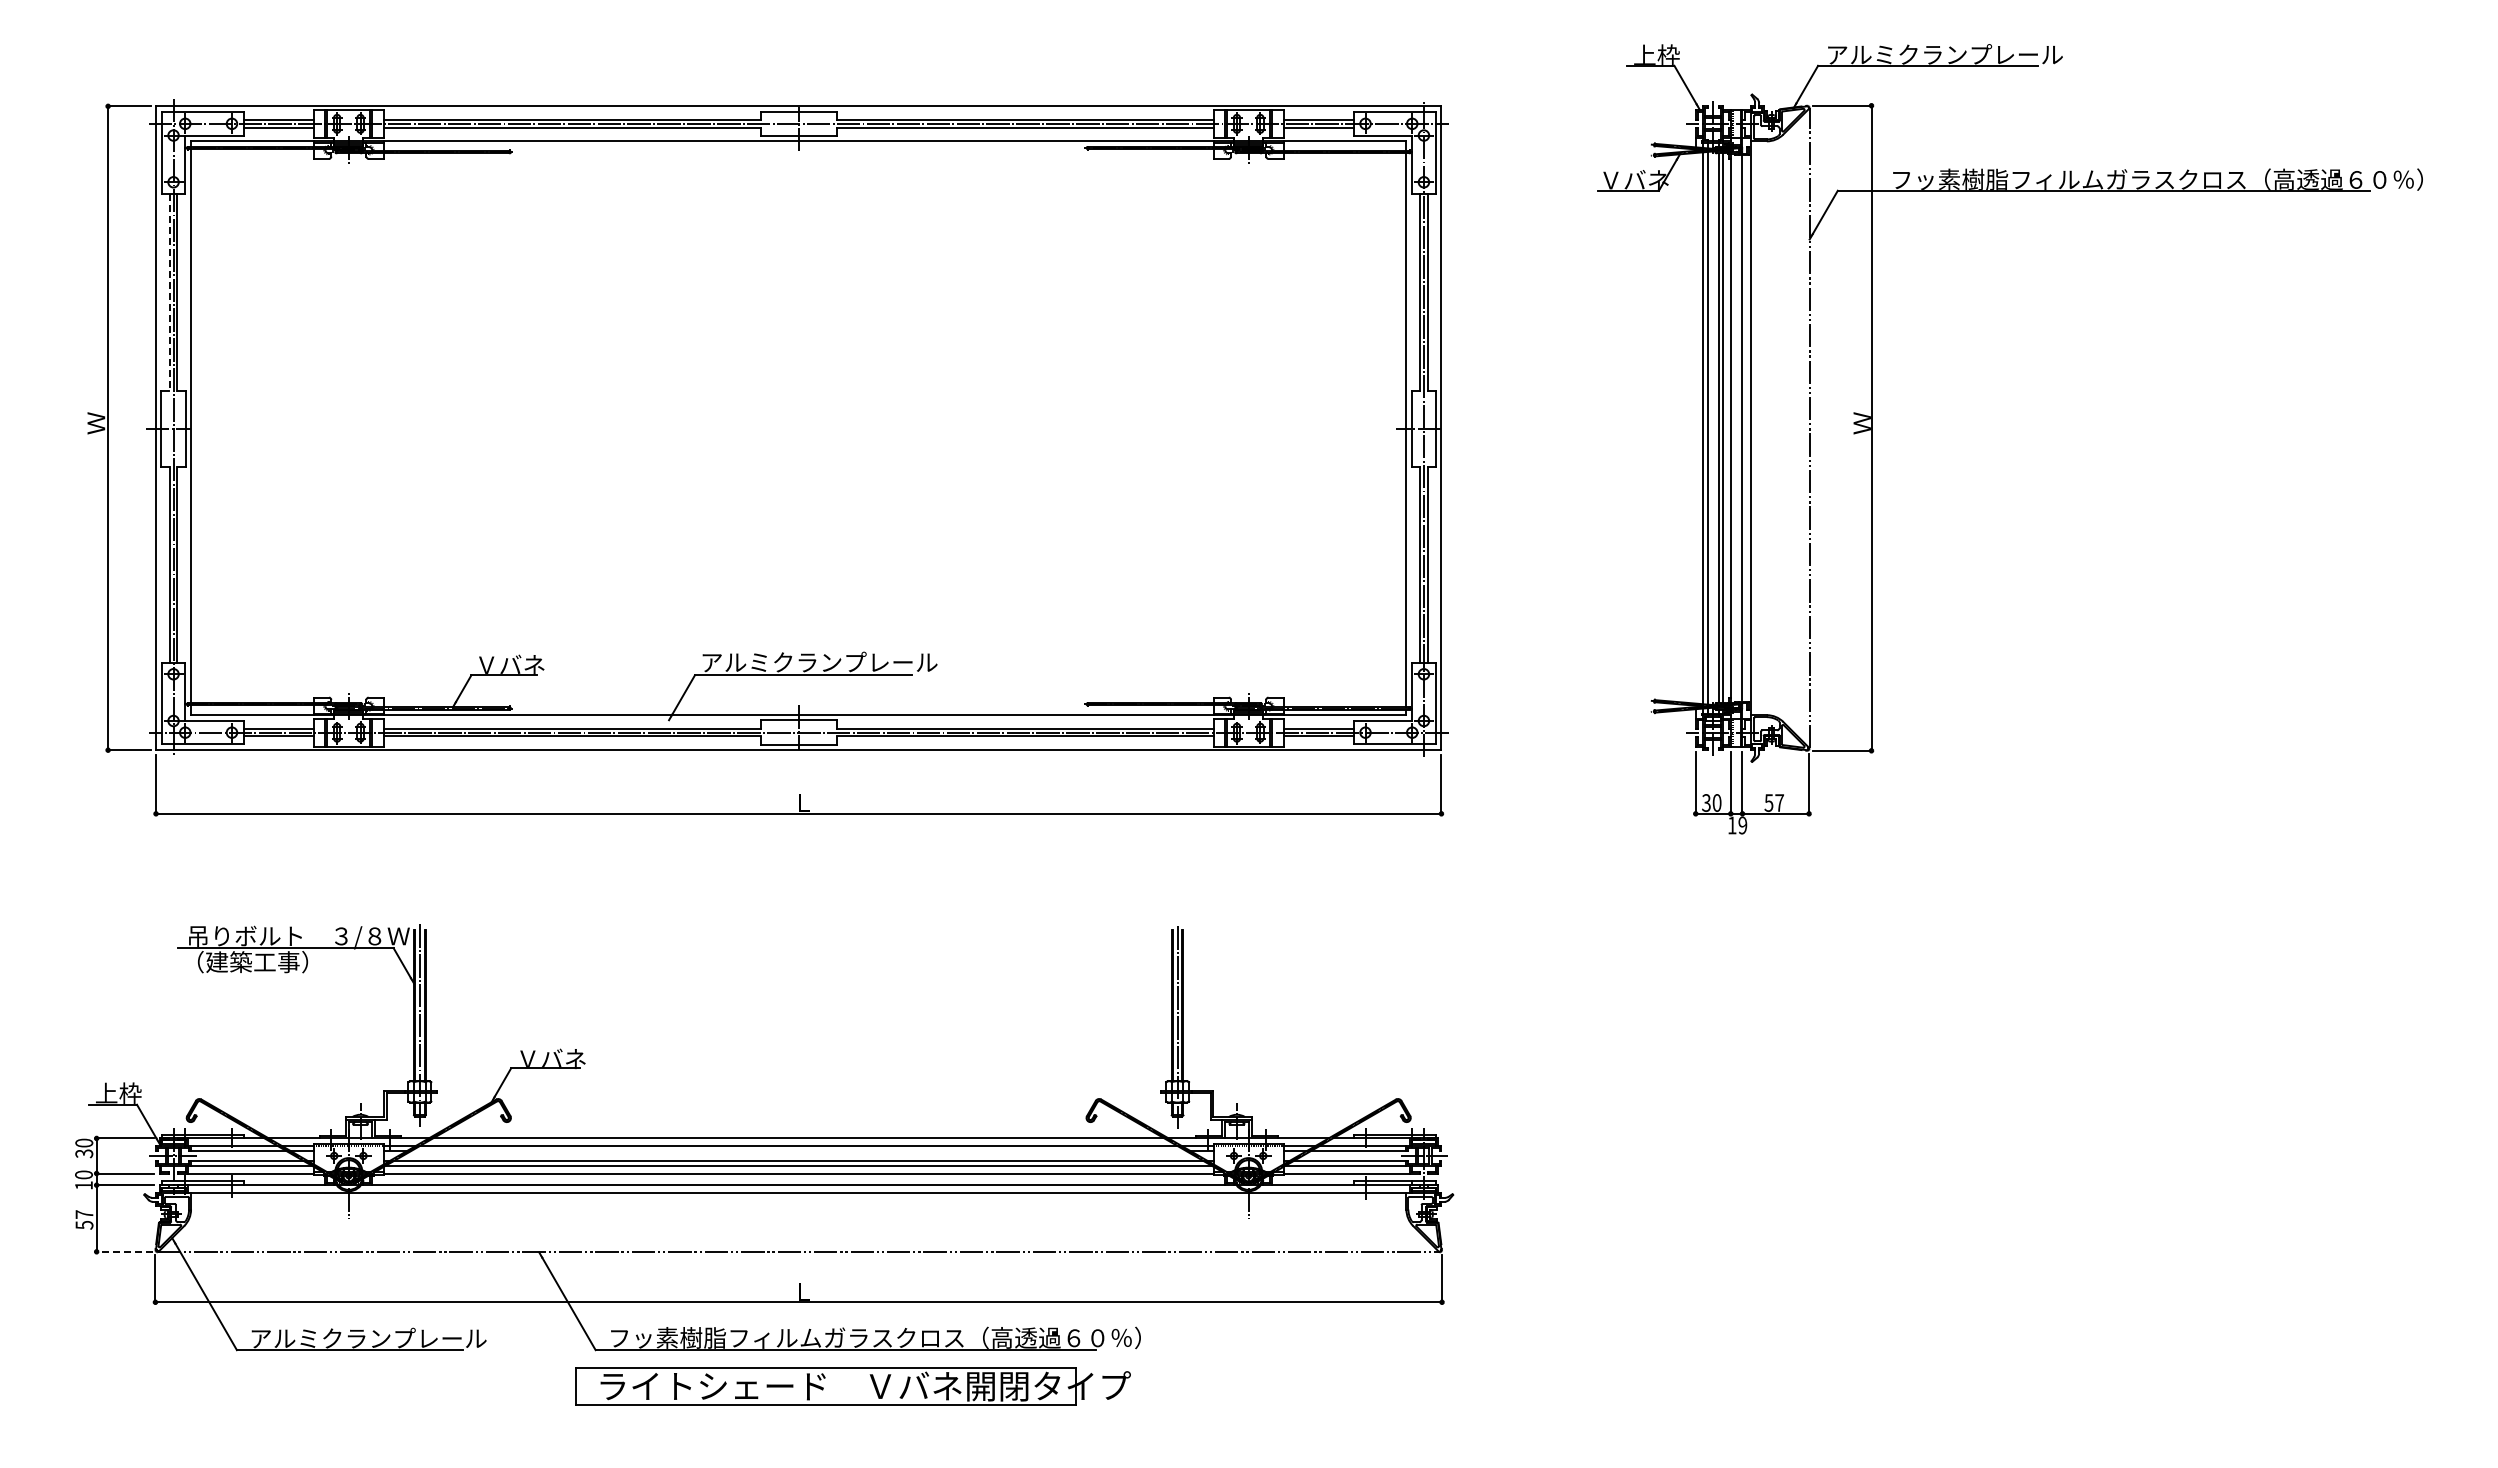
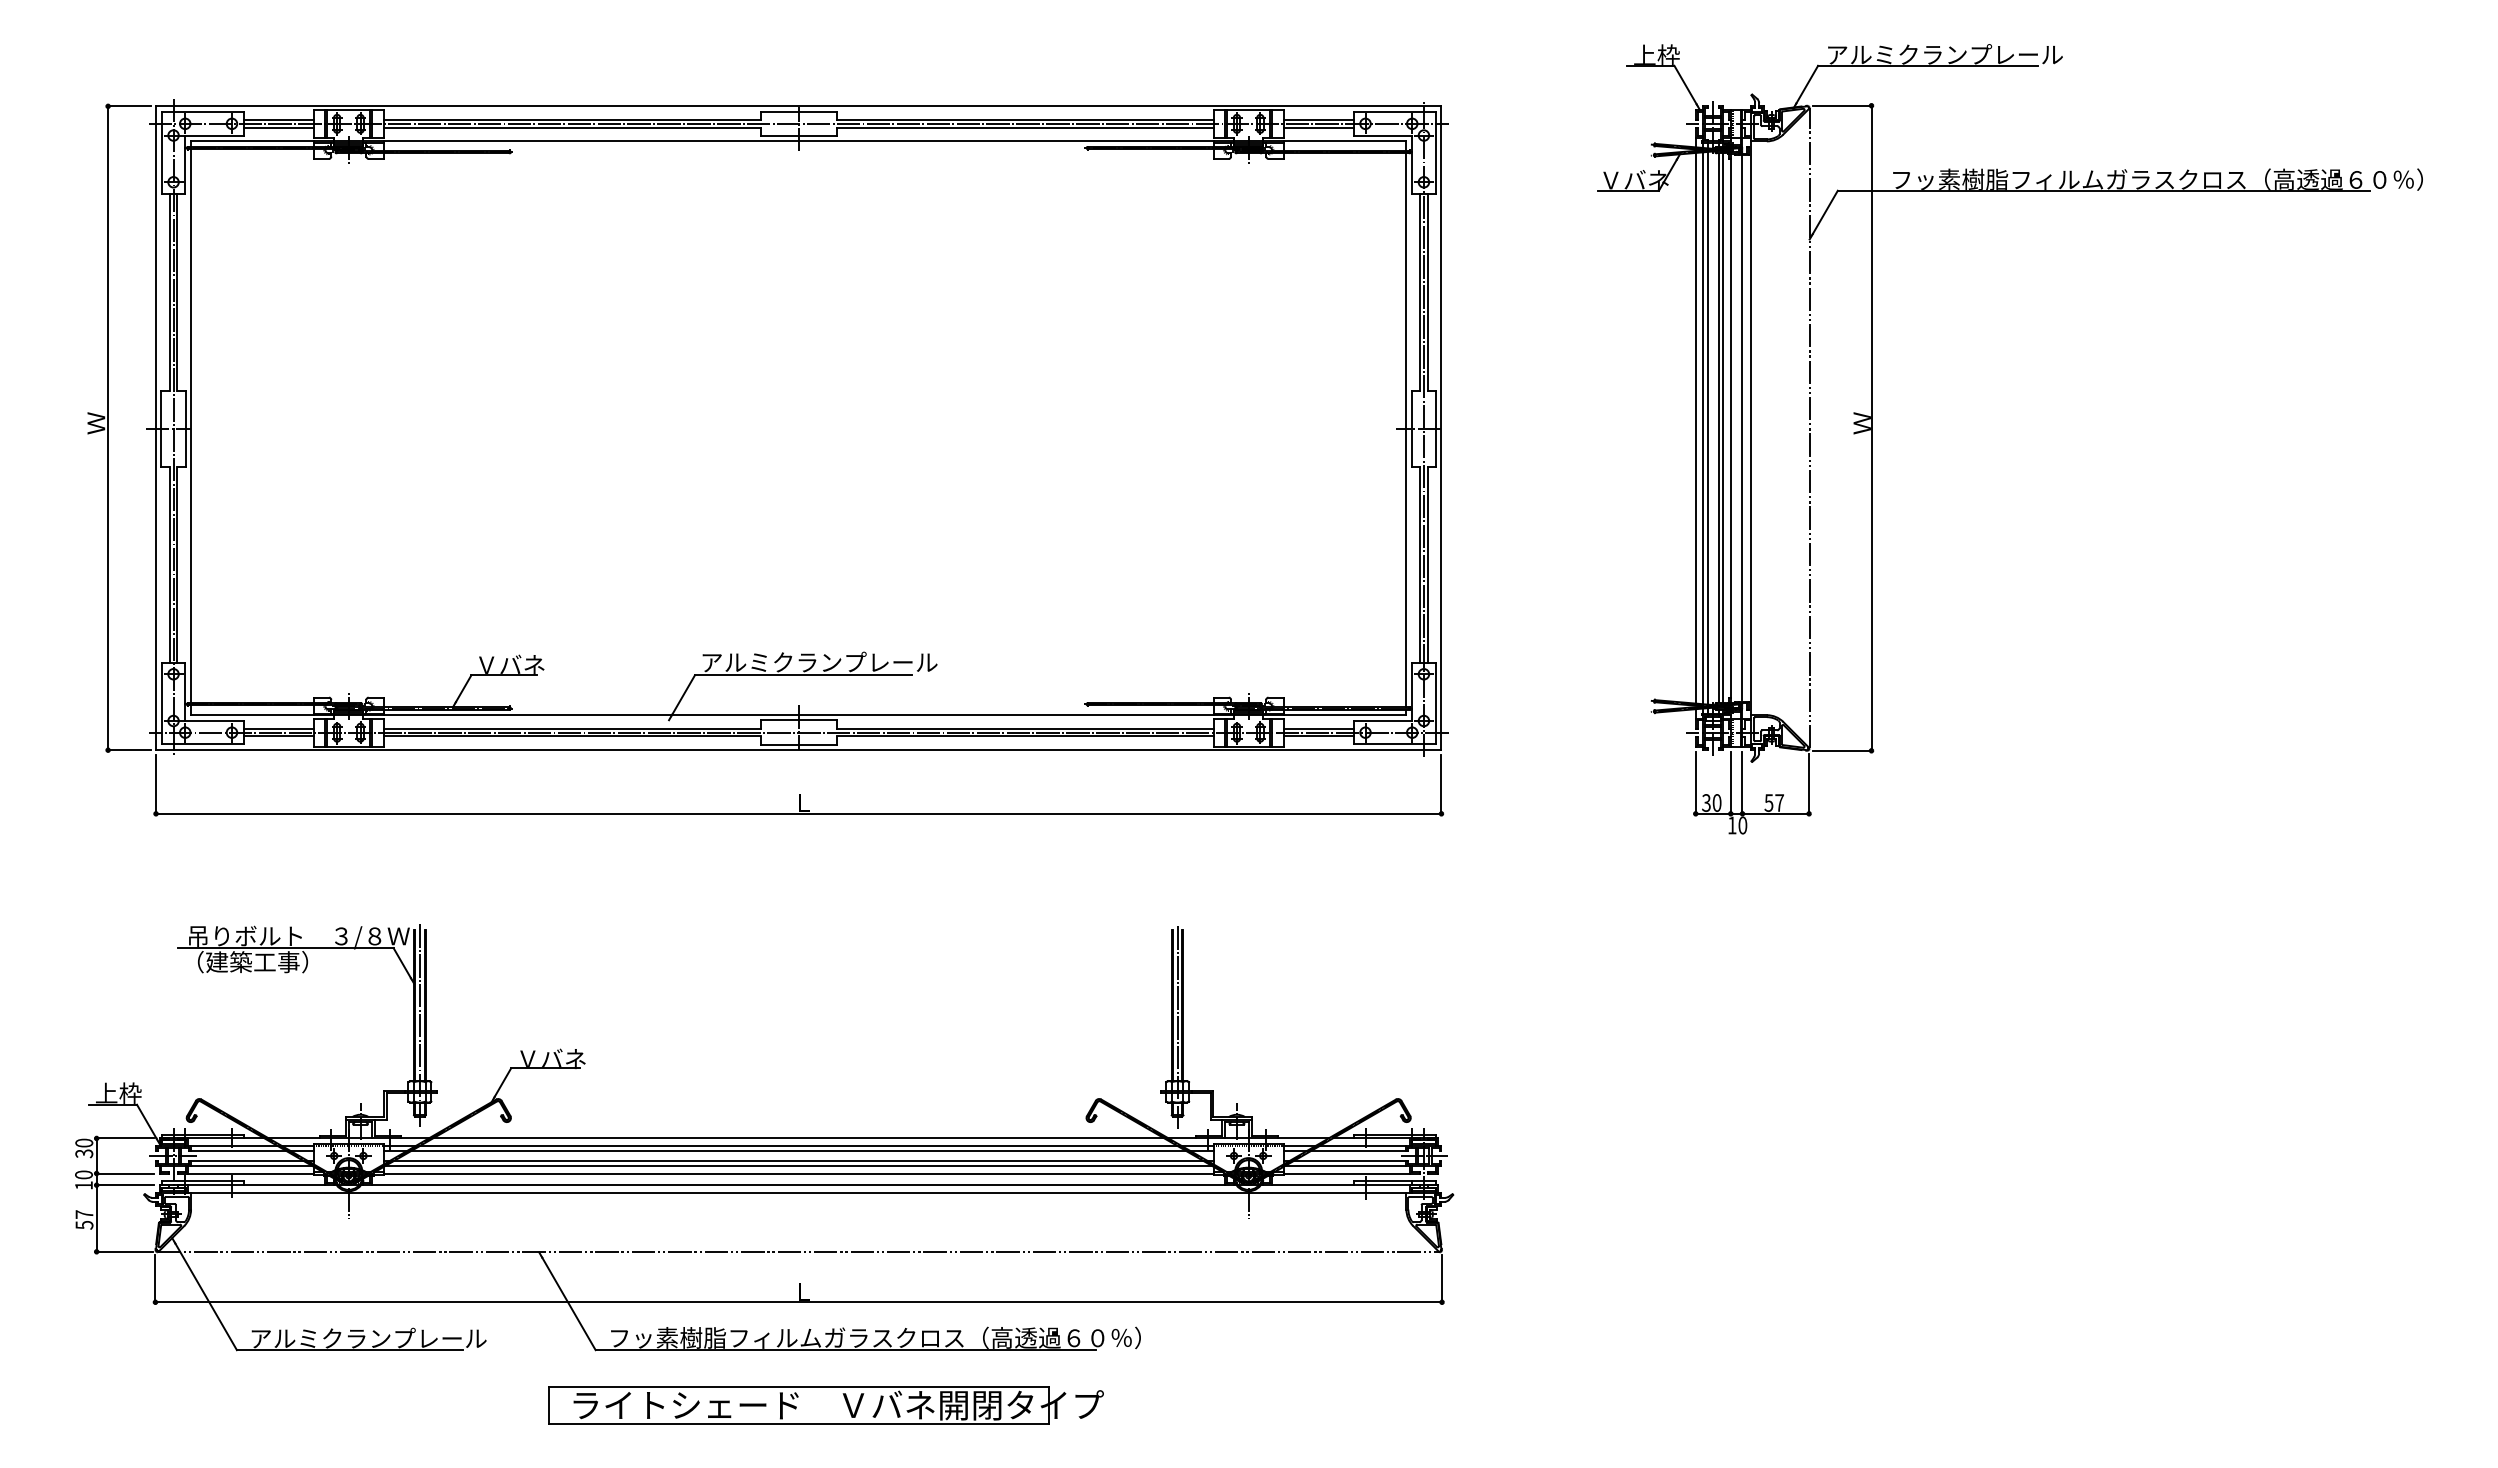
line at (169, 292): dashed -> solid
line at (1695, 427): none -> present
text at (1742, 825): 19 -> 10
line at (798, 1150): none -> present
line at (124, 1251): dashed -> solid
part at (852, 1386) position: (852, 1386) -> (825, 1405)
